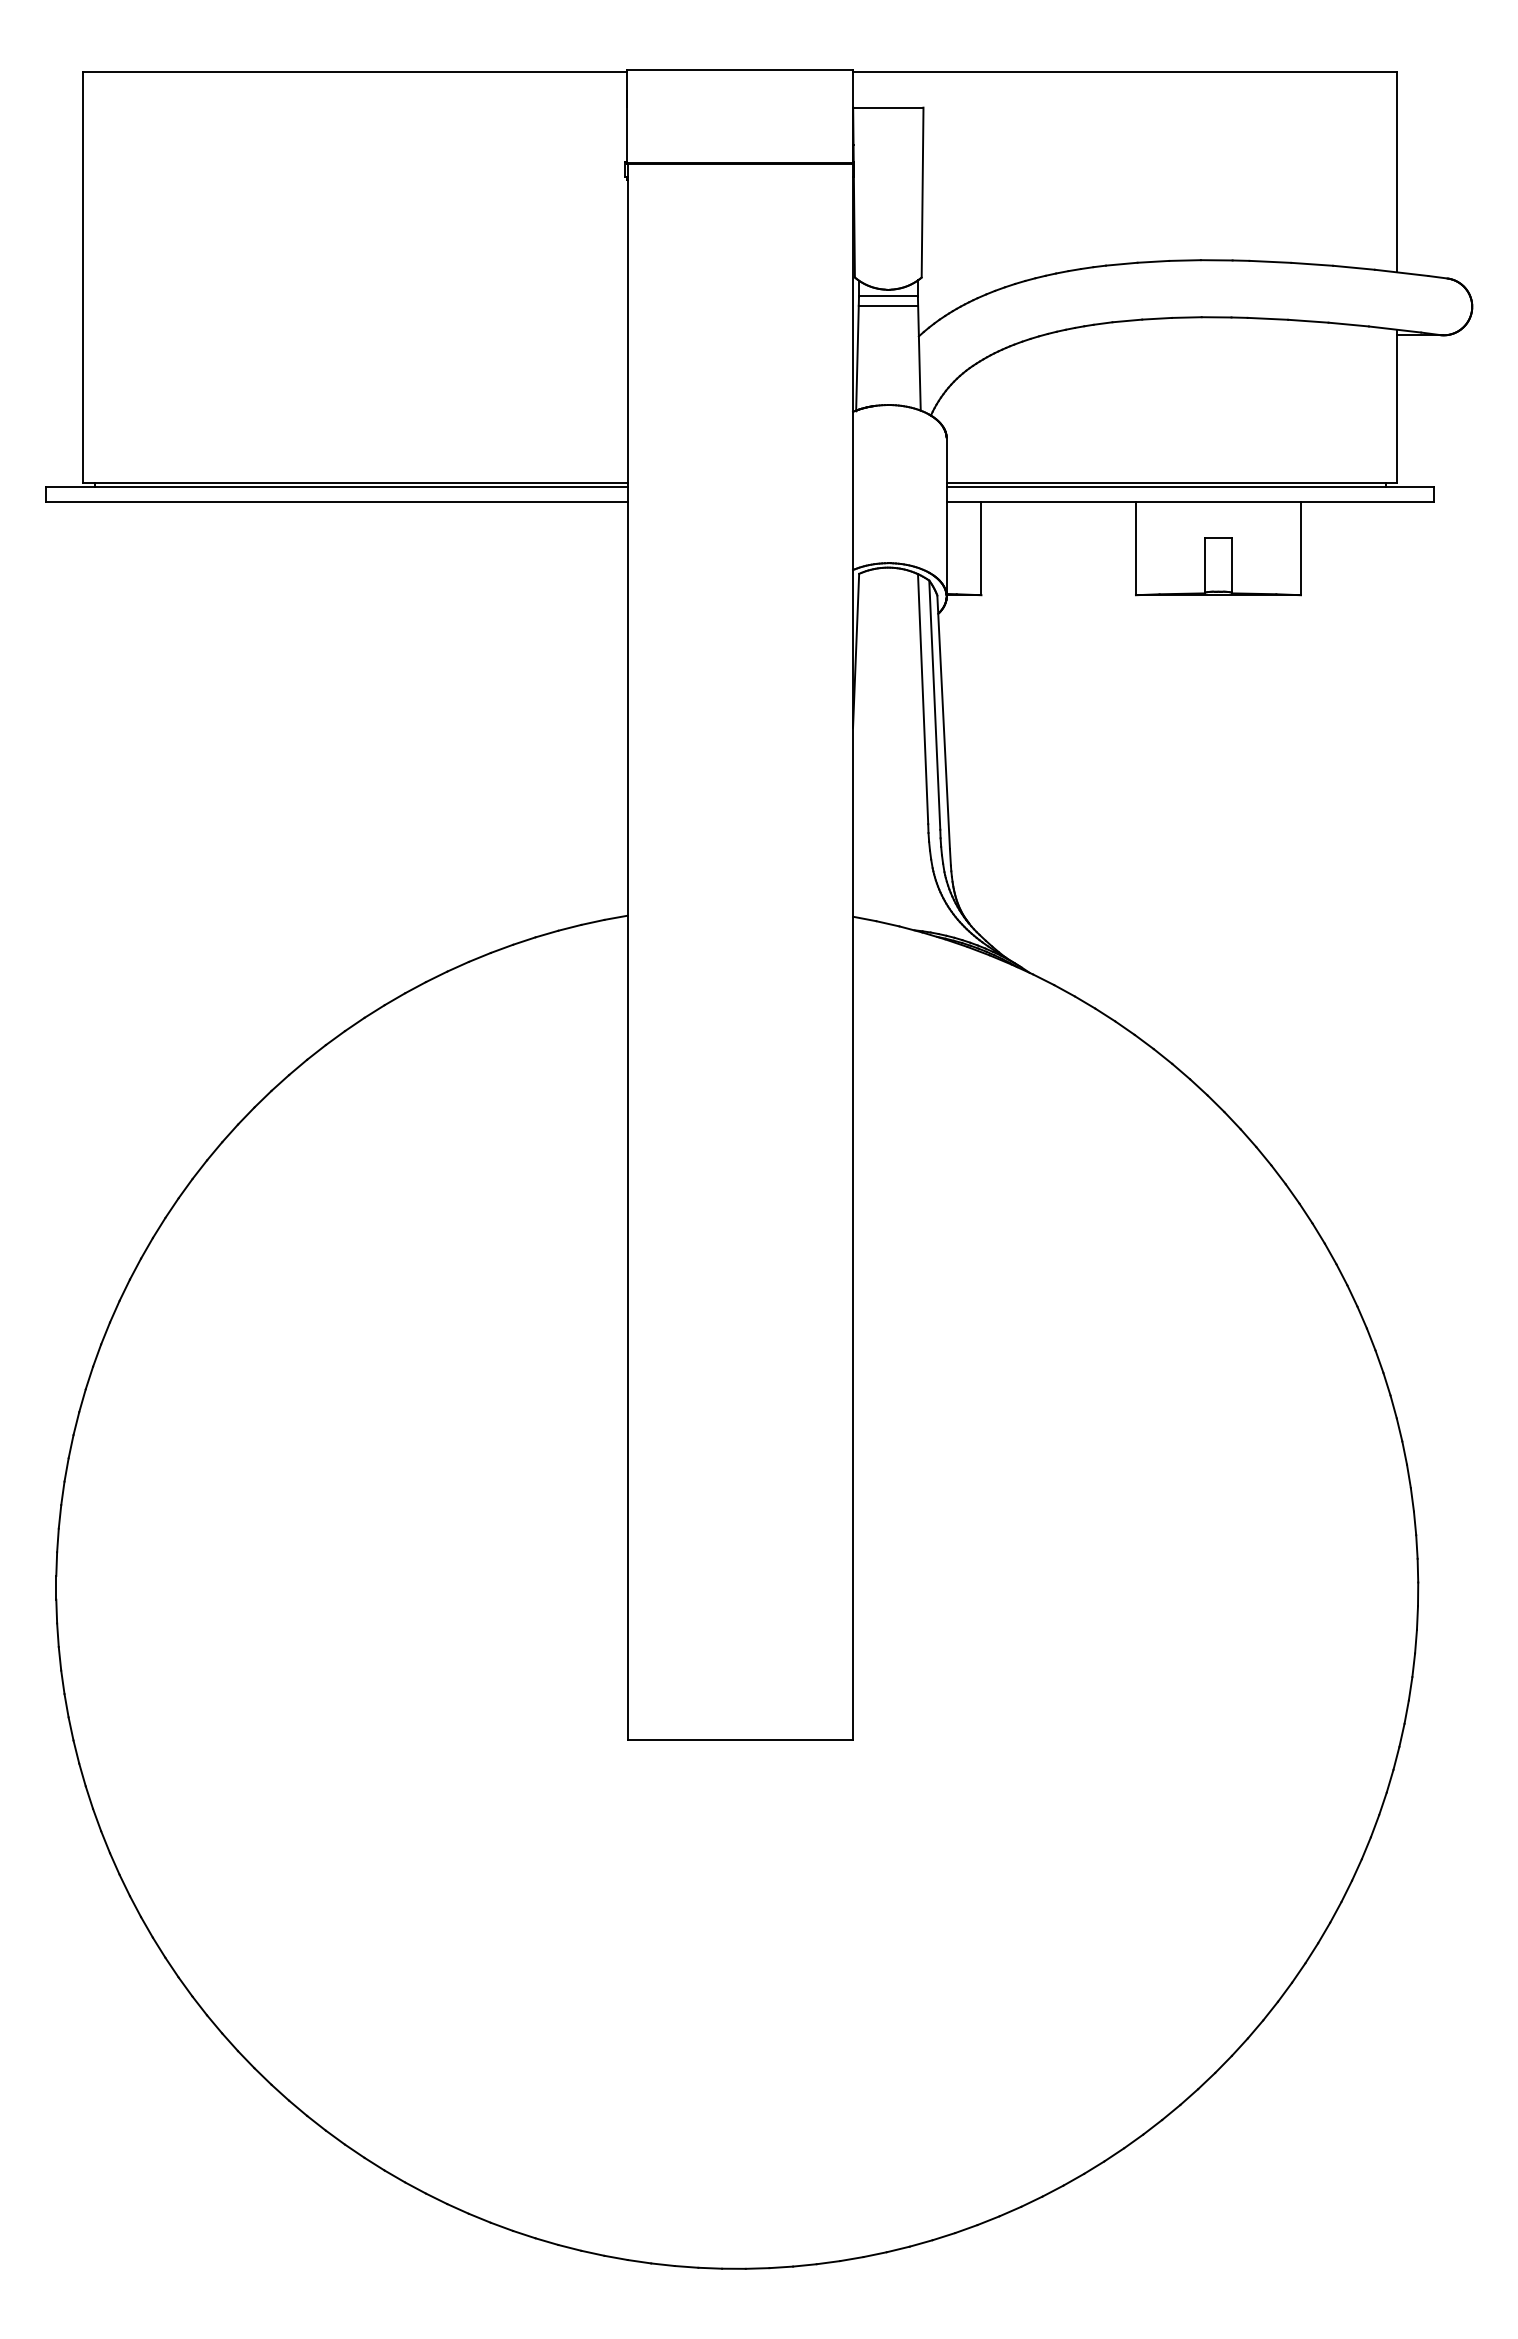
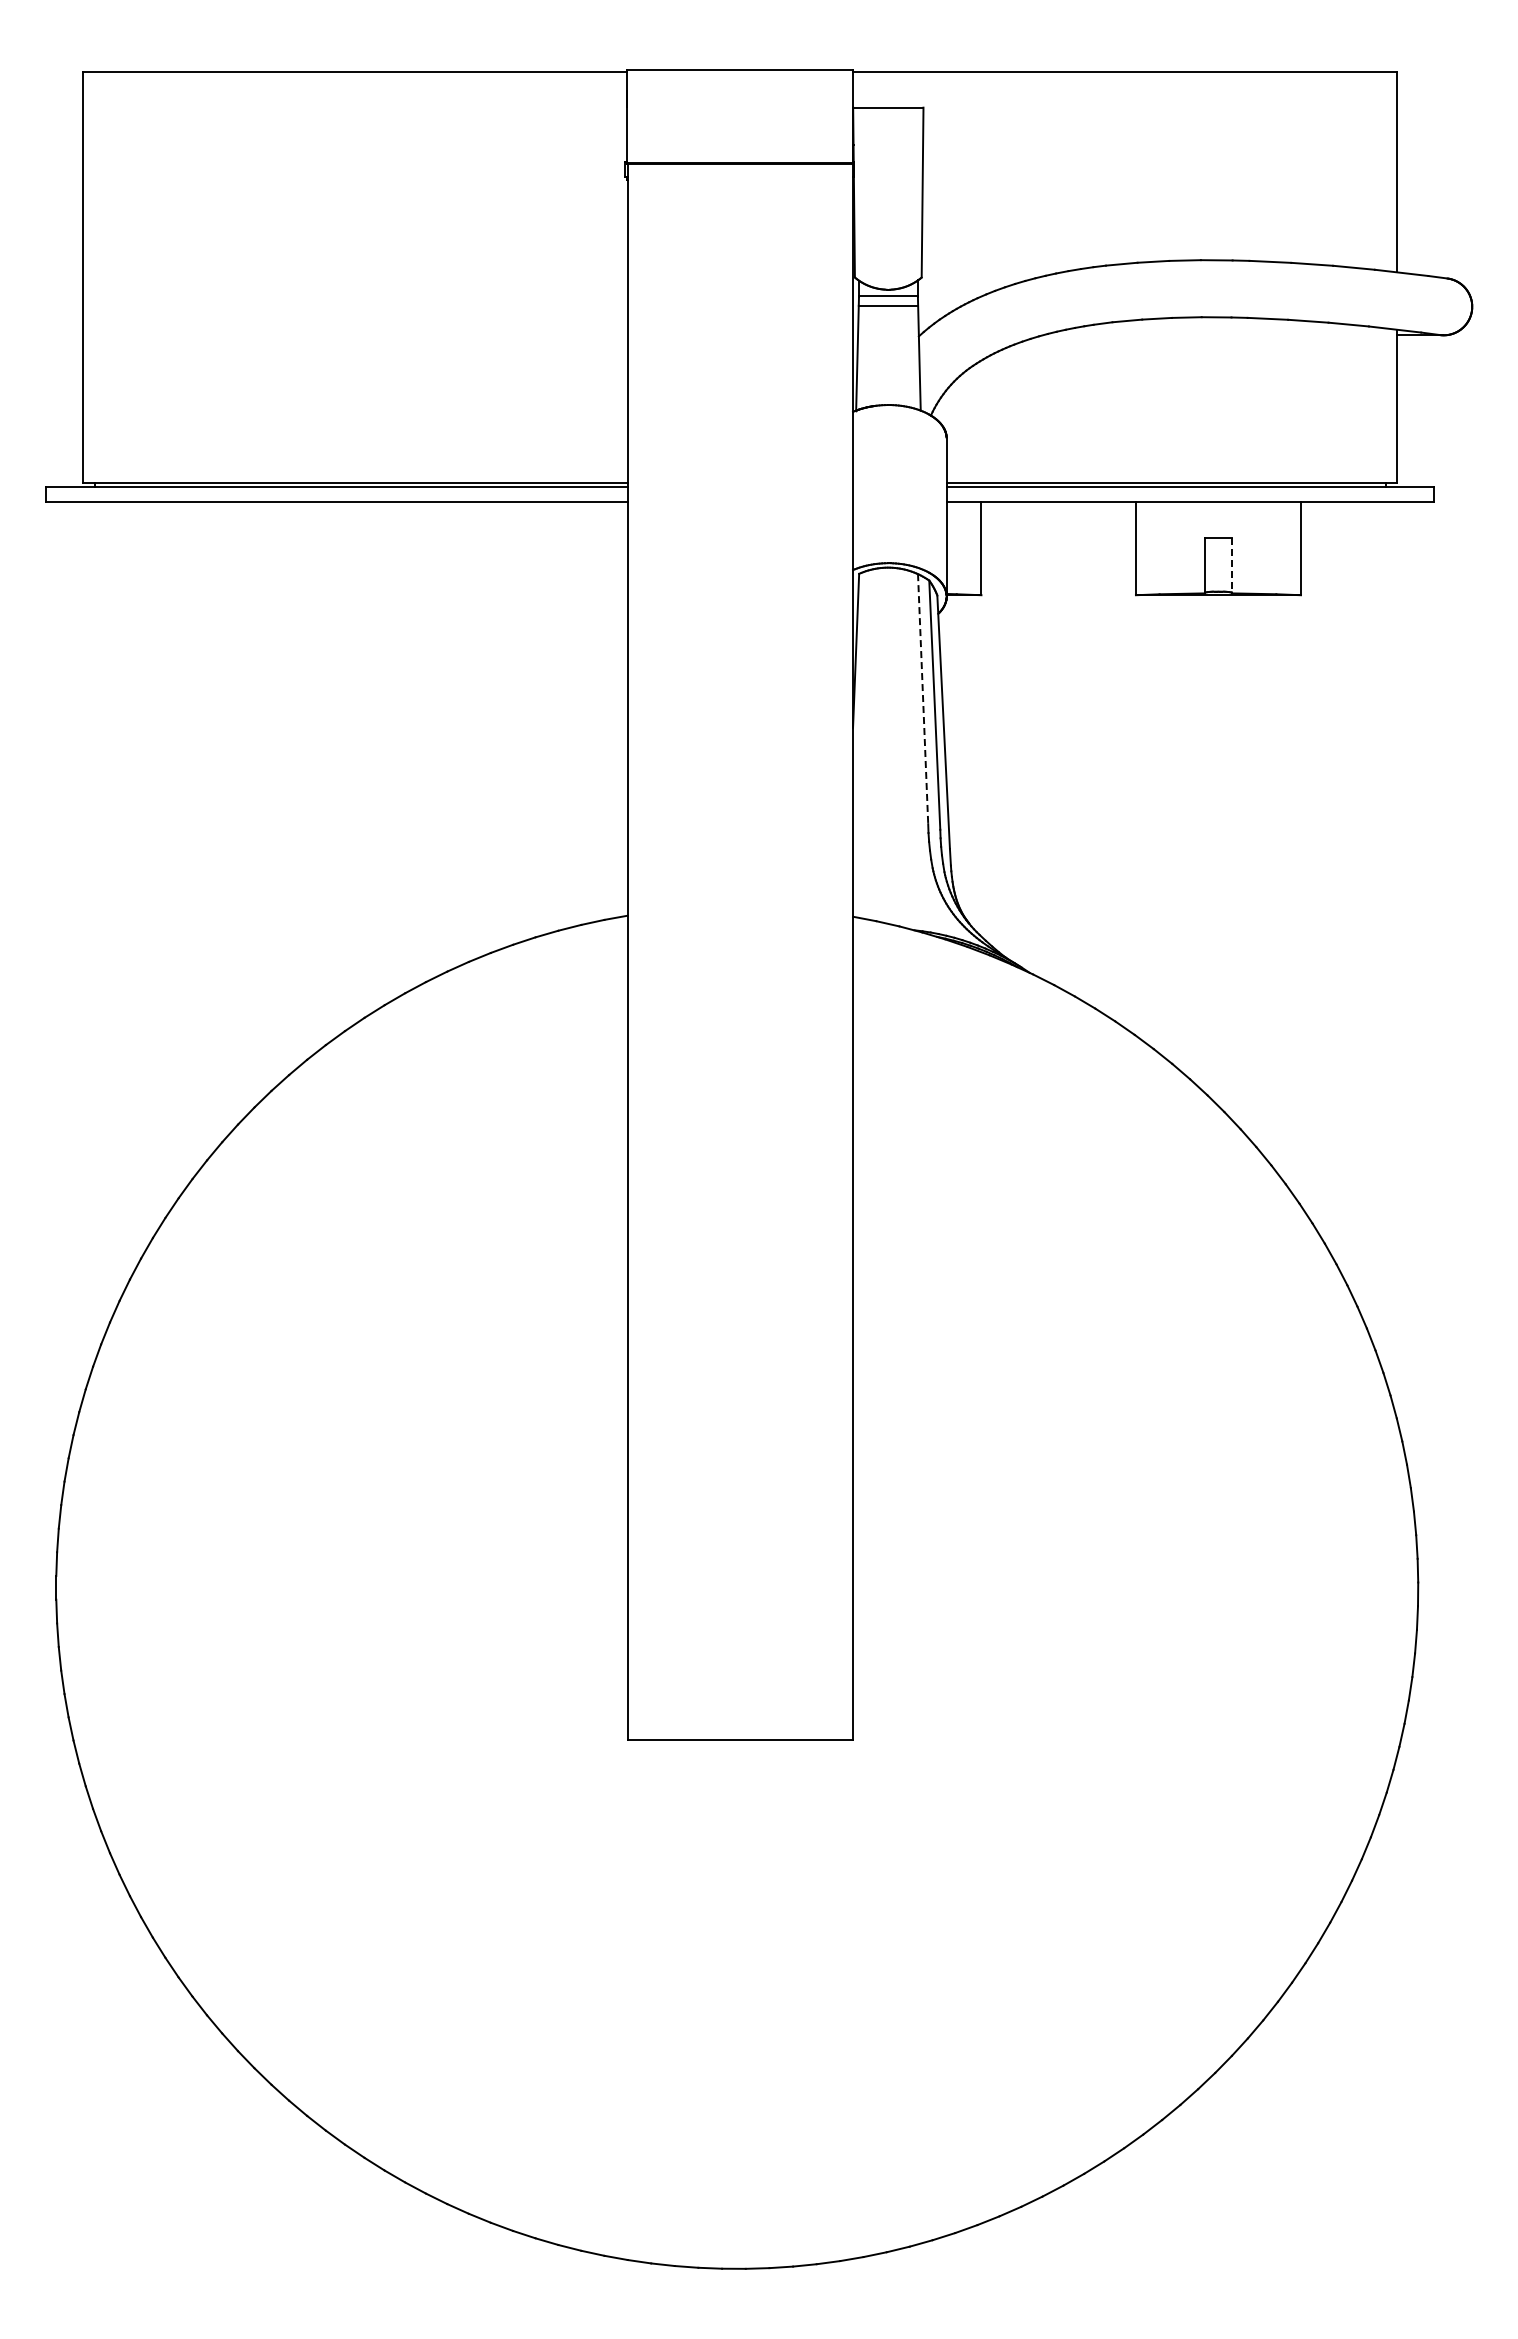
line at (1232, 565): solid -> dashed
line at (923, 699): solid -> dashed
